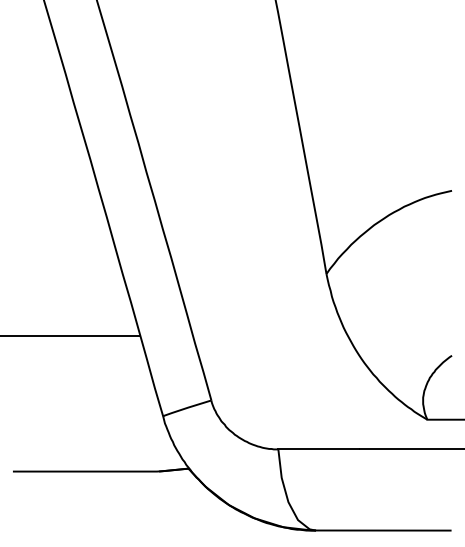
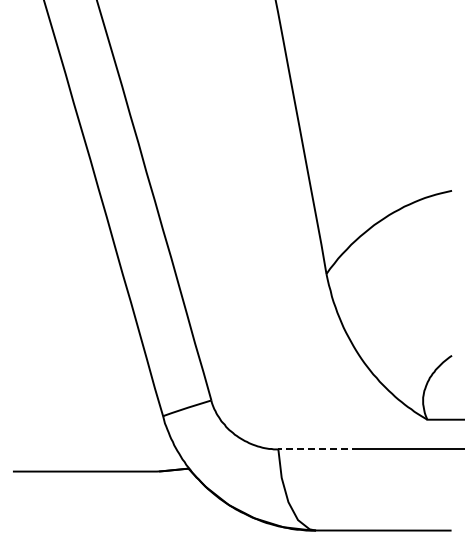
line at (71, 336): present -> none
line at (318, 449): solid -> dashed
